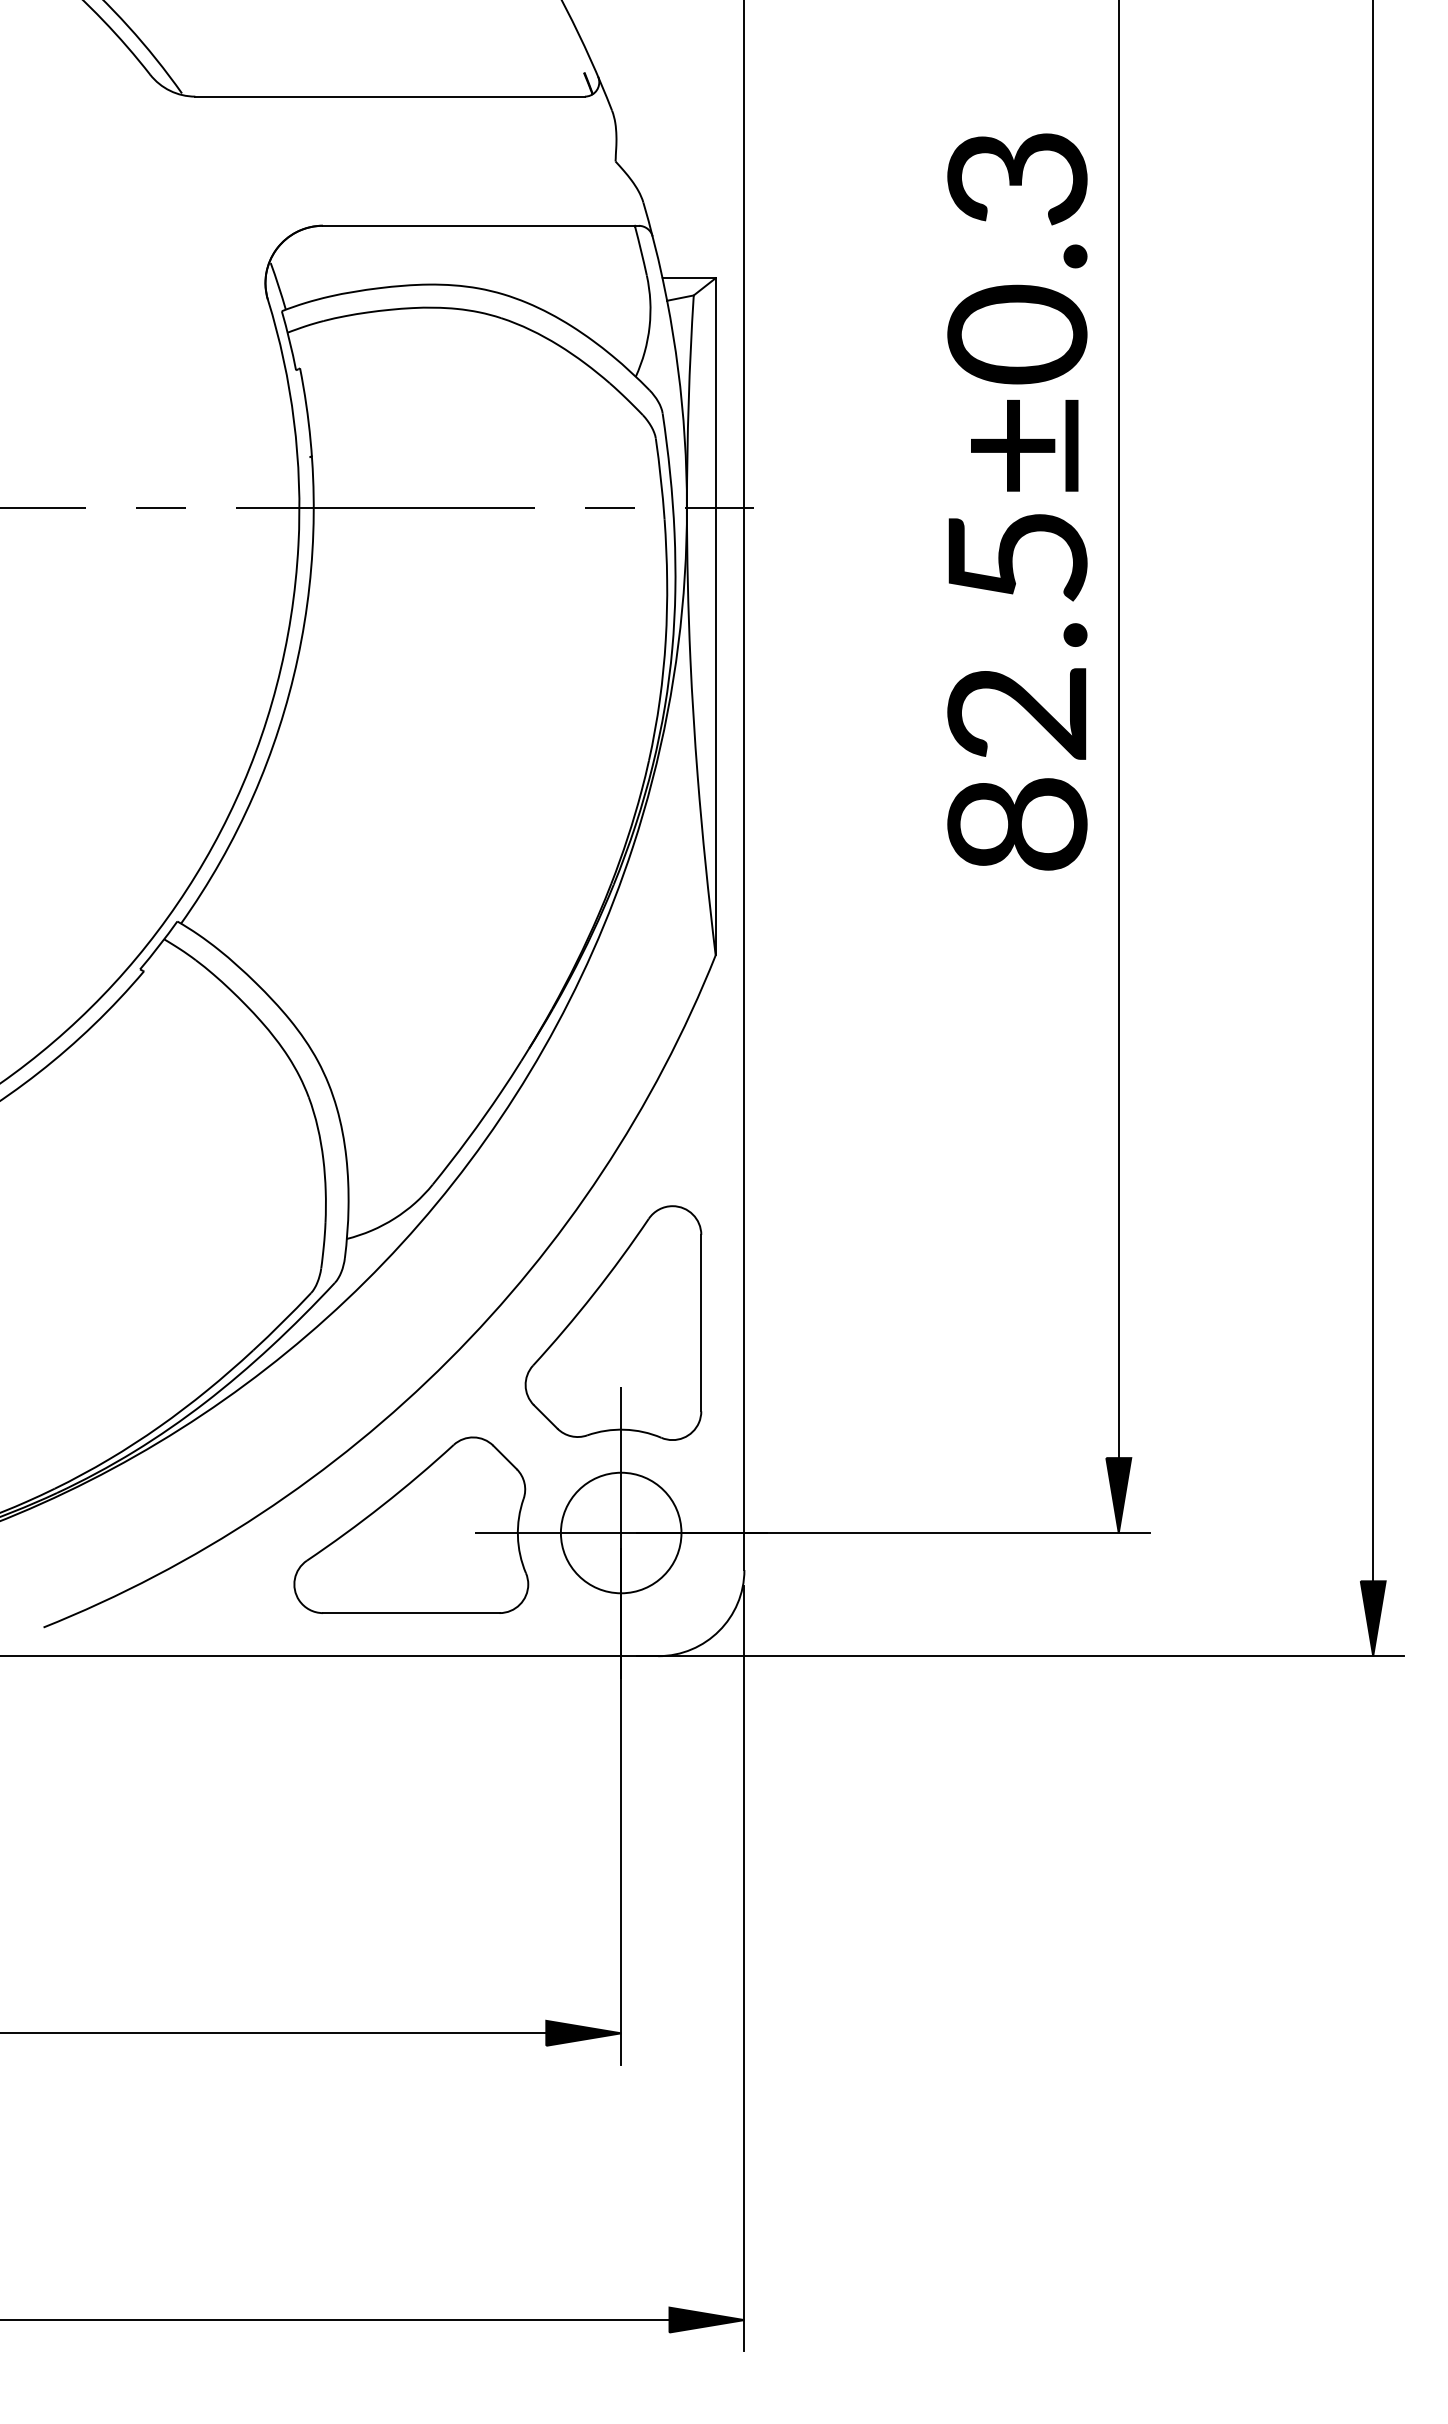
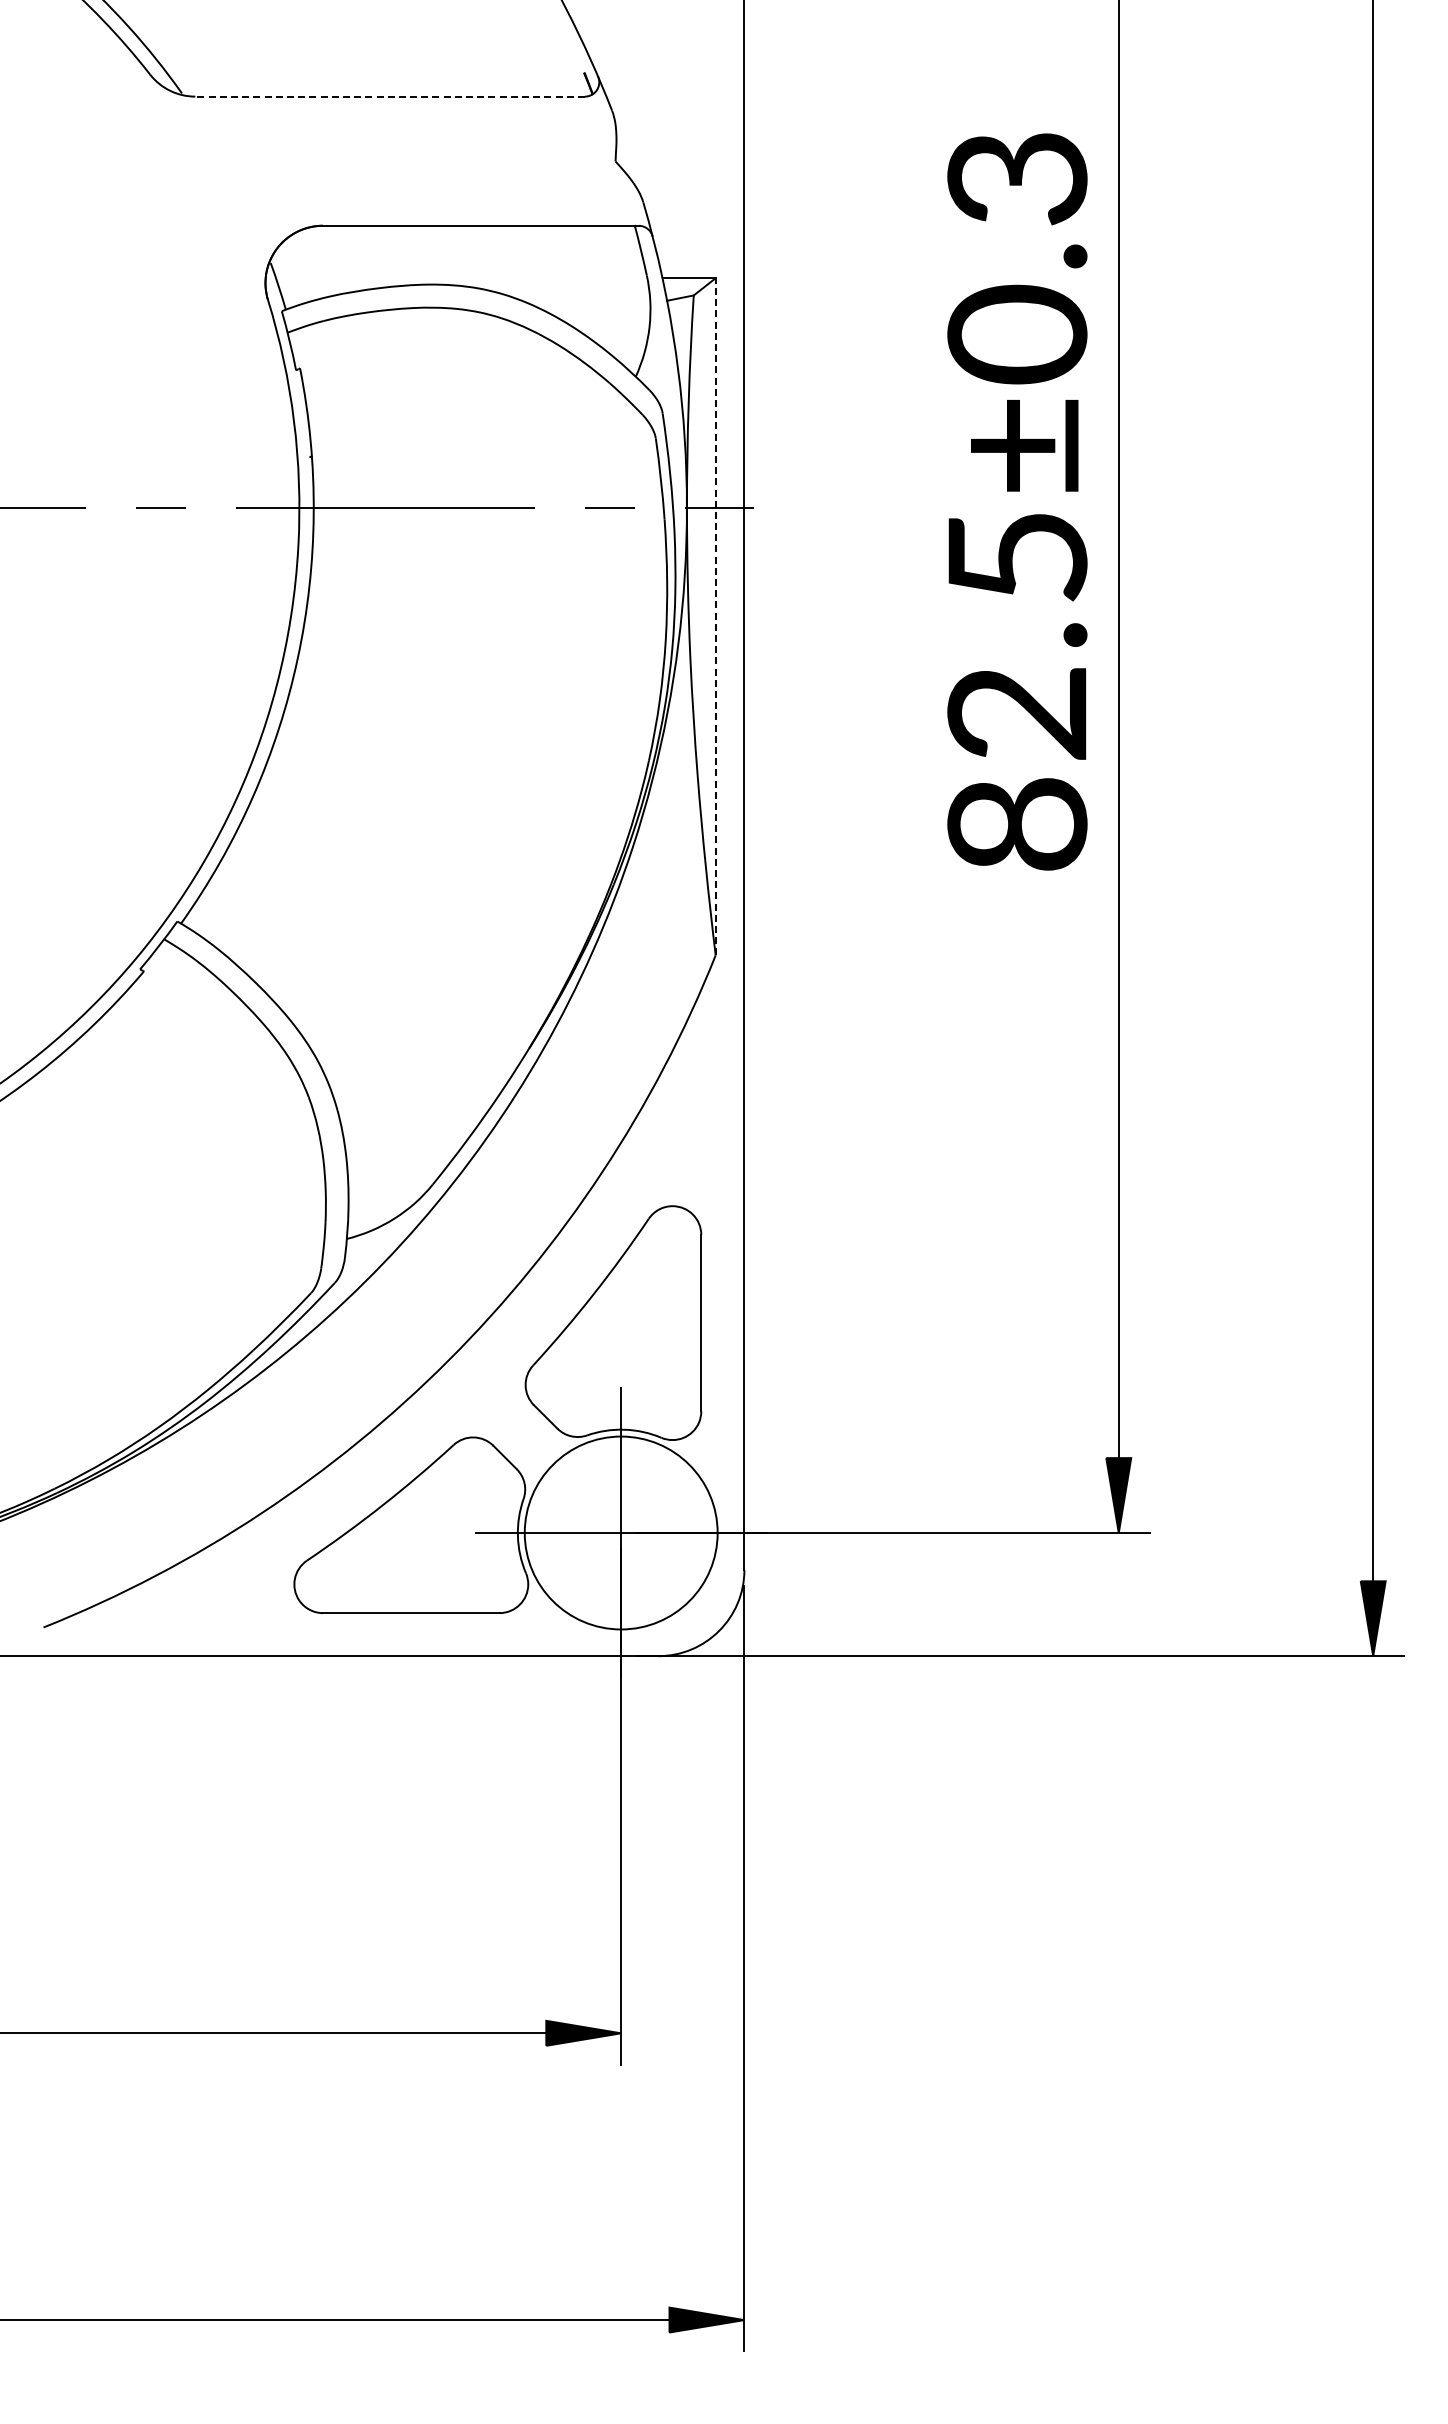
line at (390, 96): solid -> dashed
line at (715, 616): solid -> dashed
circle at (620, 1532) diameter: 121 px -> 193 px
